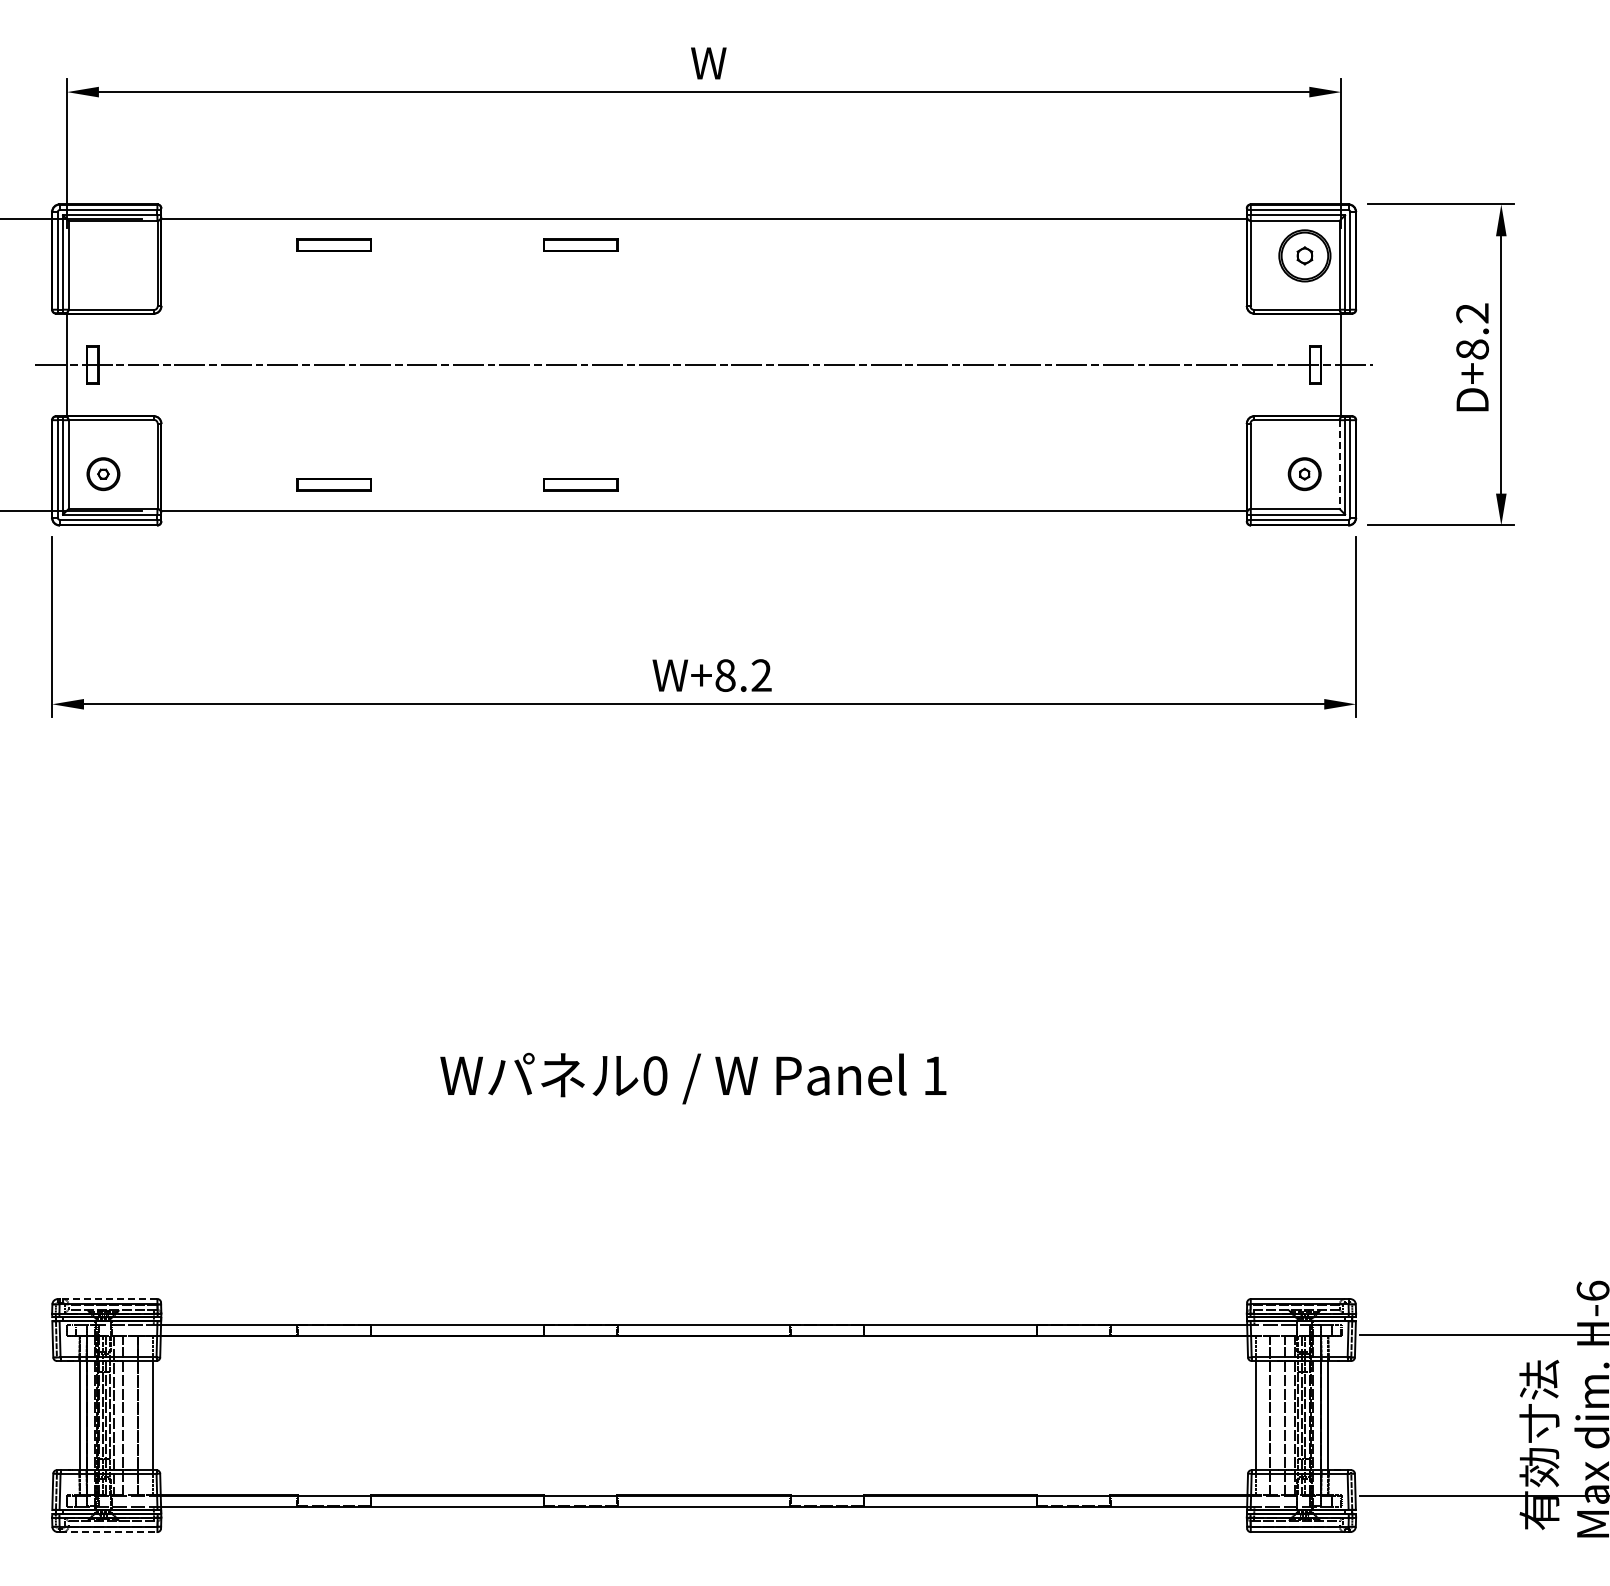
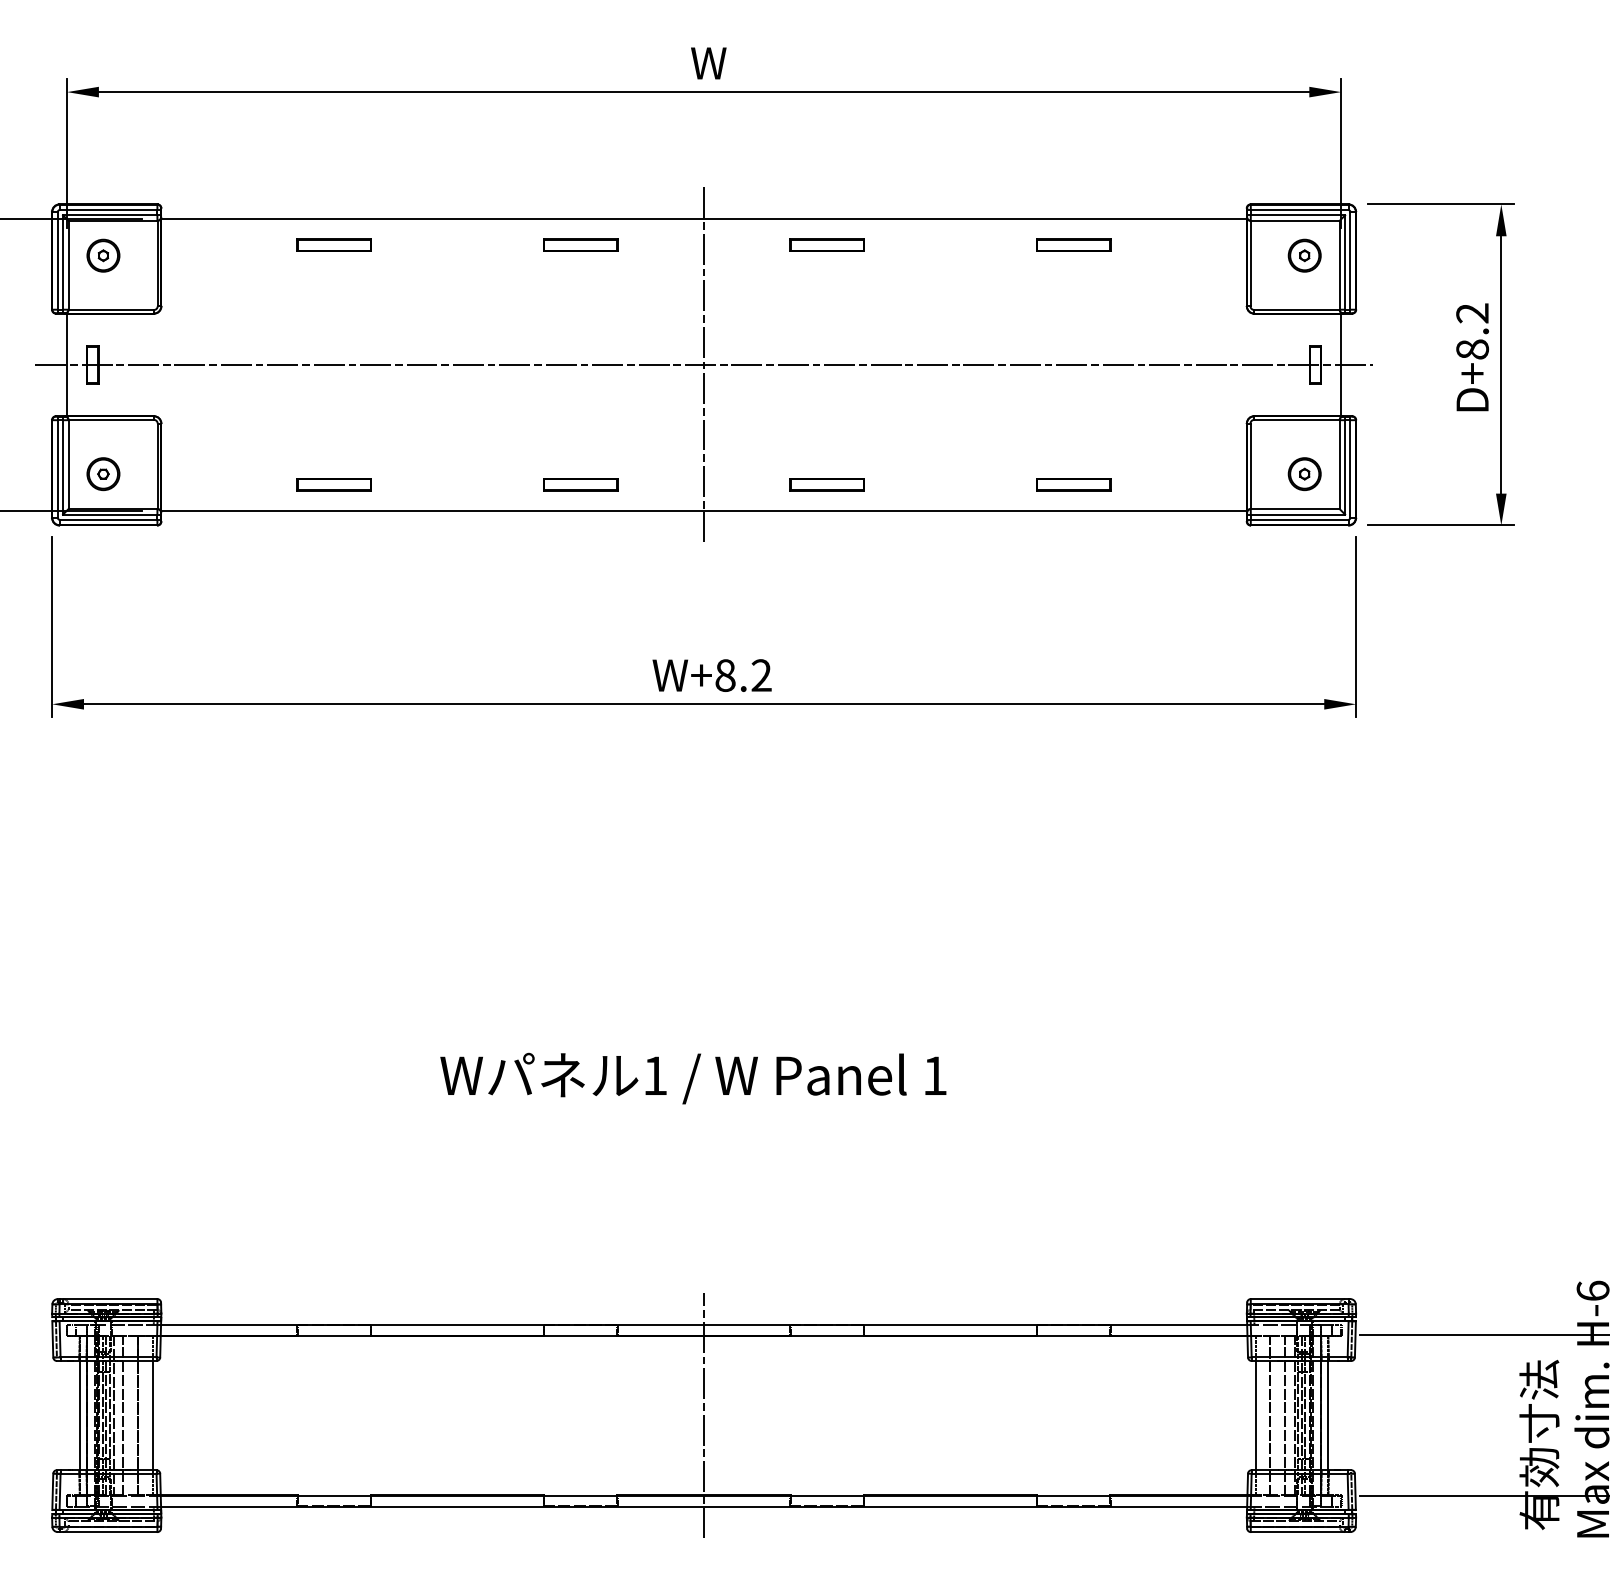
part at (826, 244): none -> present
part at (1073, 244): none -> present
part at (103, 255): none -> present
part at (1304, 255) size: 54x54 px -> 35x35 px
line at (704, 364): none -> present
line at (1339, 465): dashed -> solid
part at (826, 484): none -> present
part at (1073, 484): none -> present
text at (655, 1075): 0 -> 1
line at (108, 1299): dashed -> solid
line at (704, 1415): none -> present
line at (108, 1532): dashed -> solid
